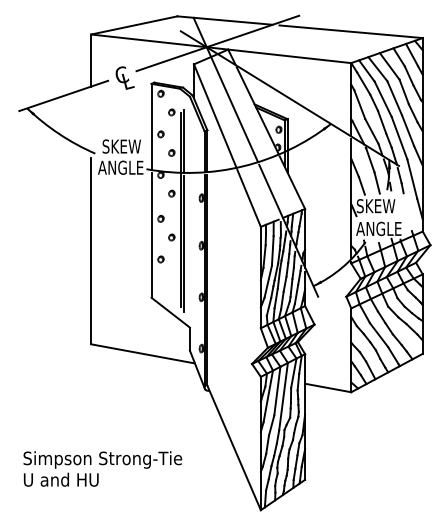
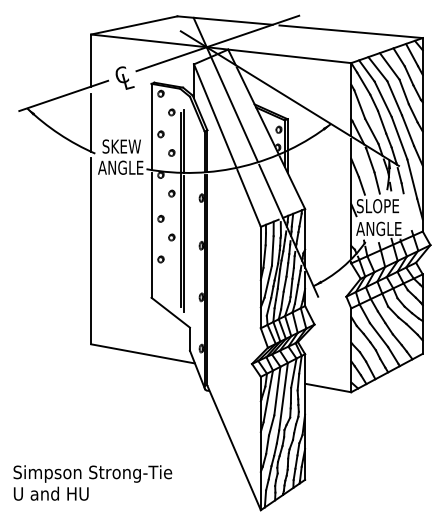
line at (91, 122): none -> present
text at (383, 206): SKEW -> SLOPE
text at (102, 468) position: (102, 468) -> (92, 482)
